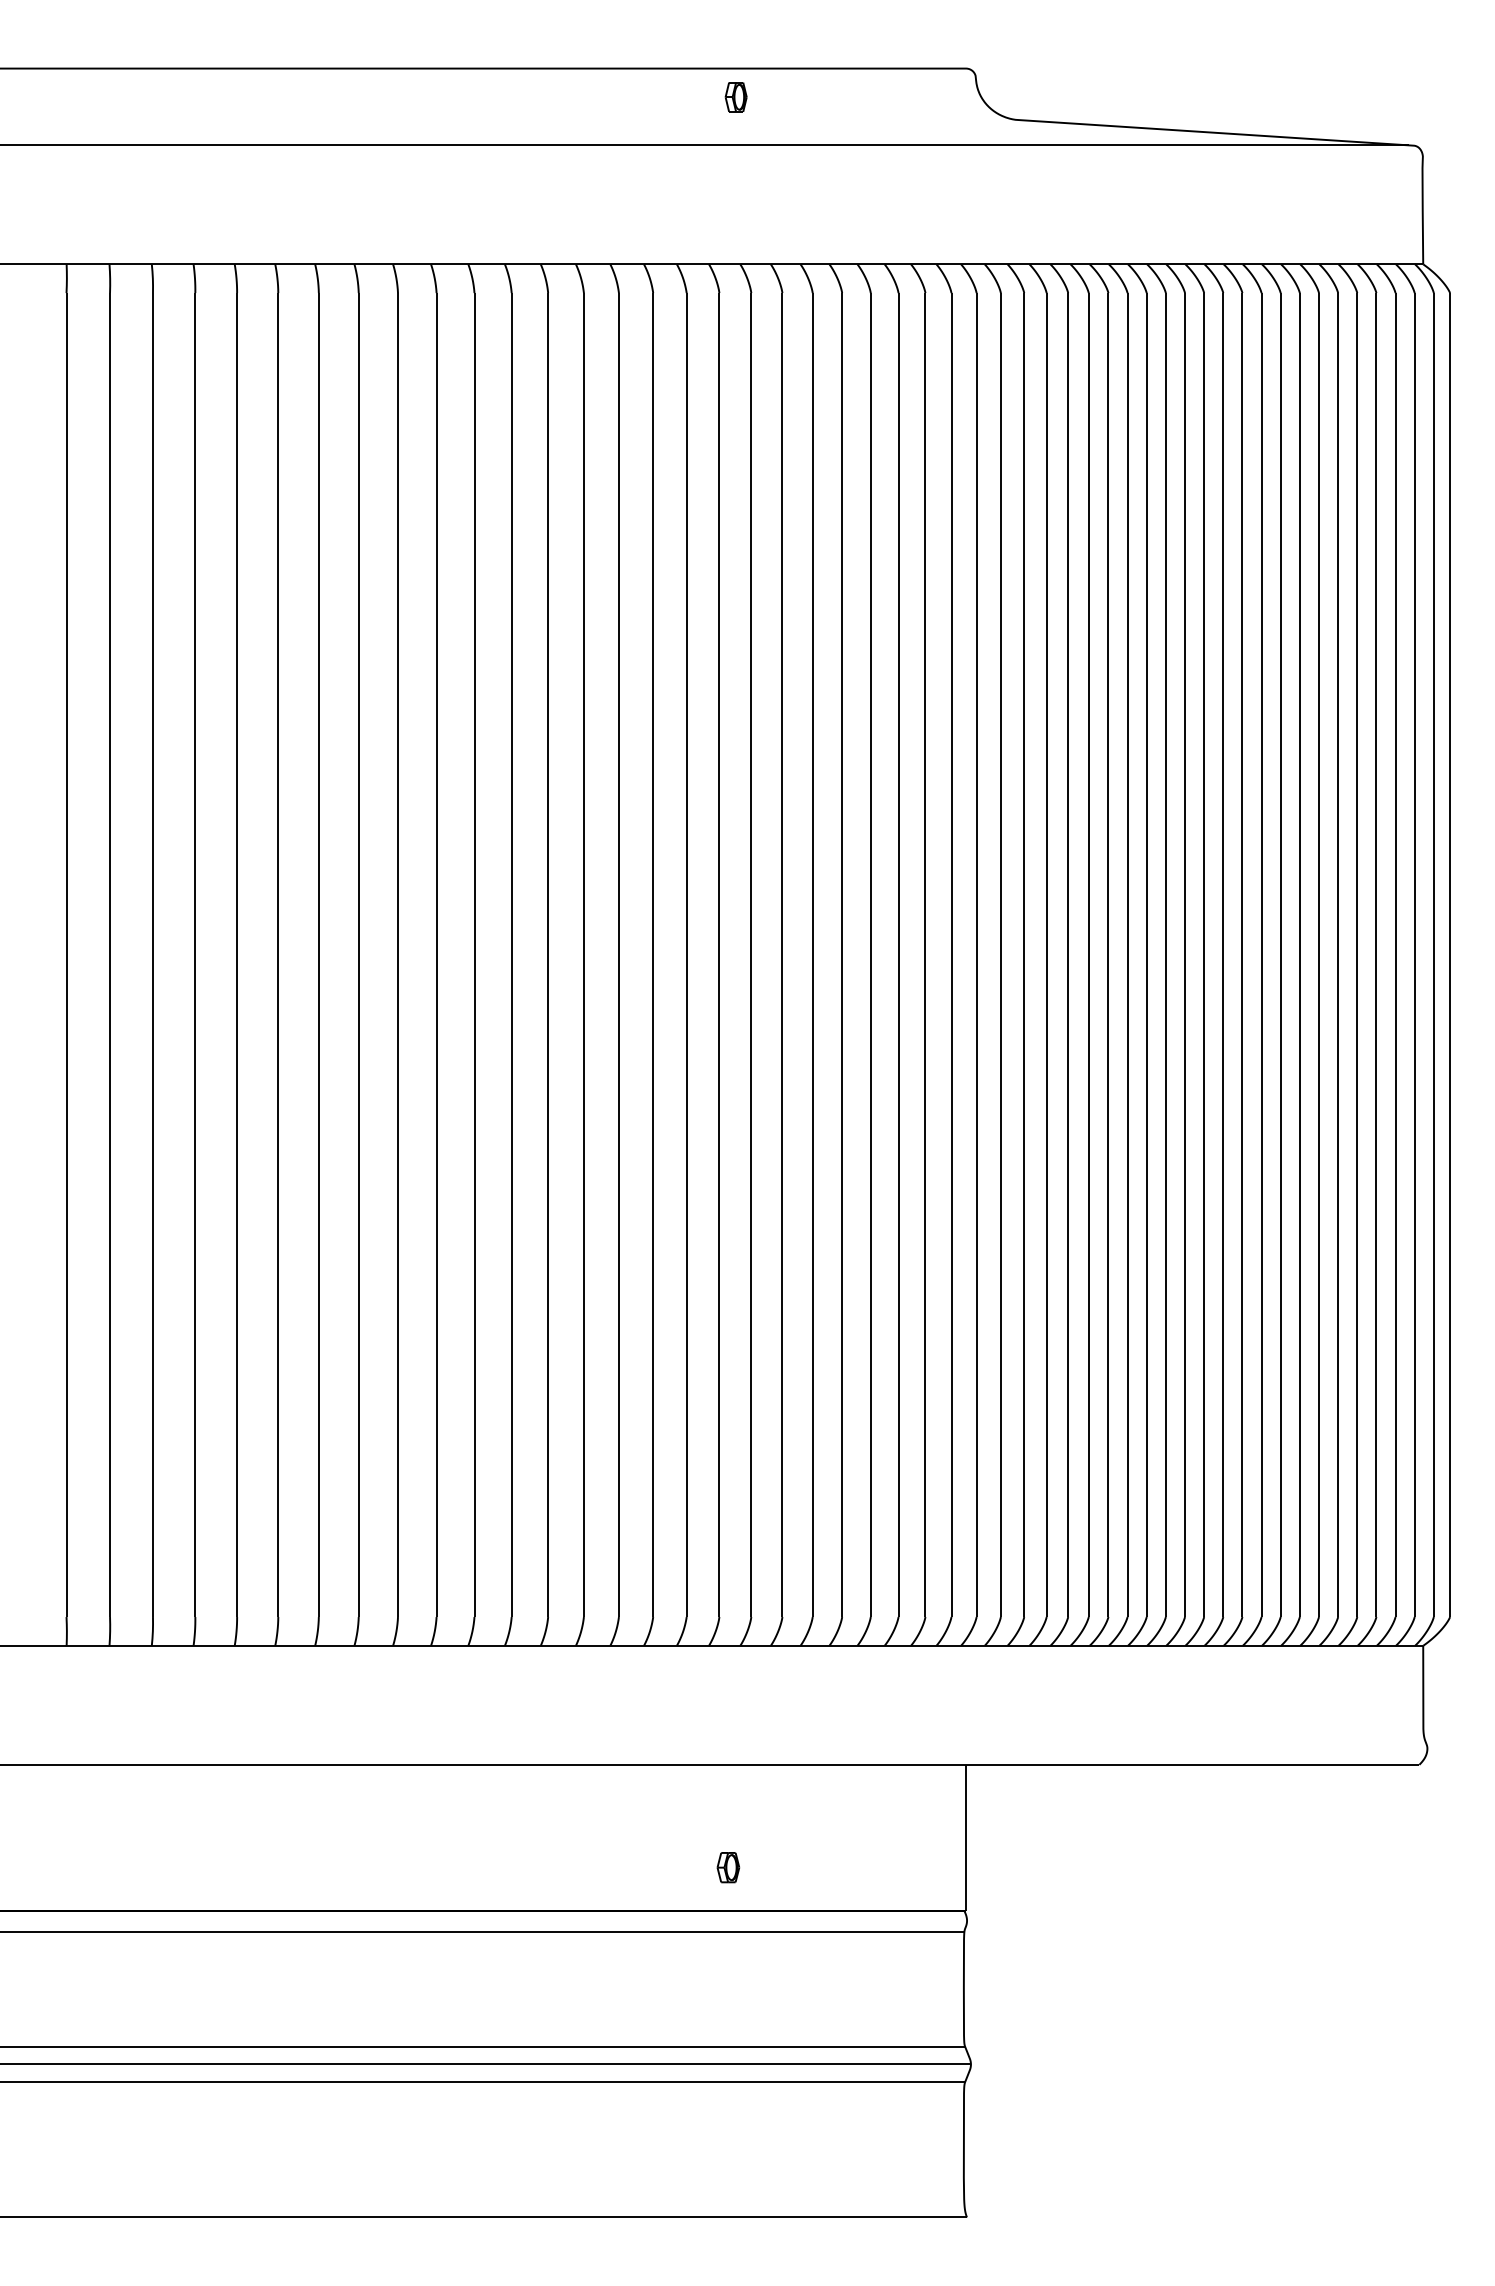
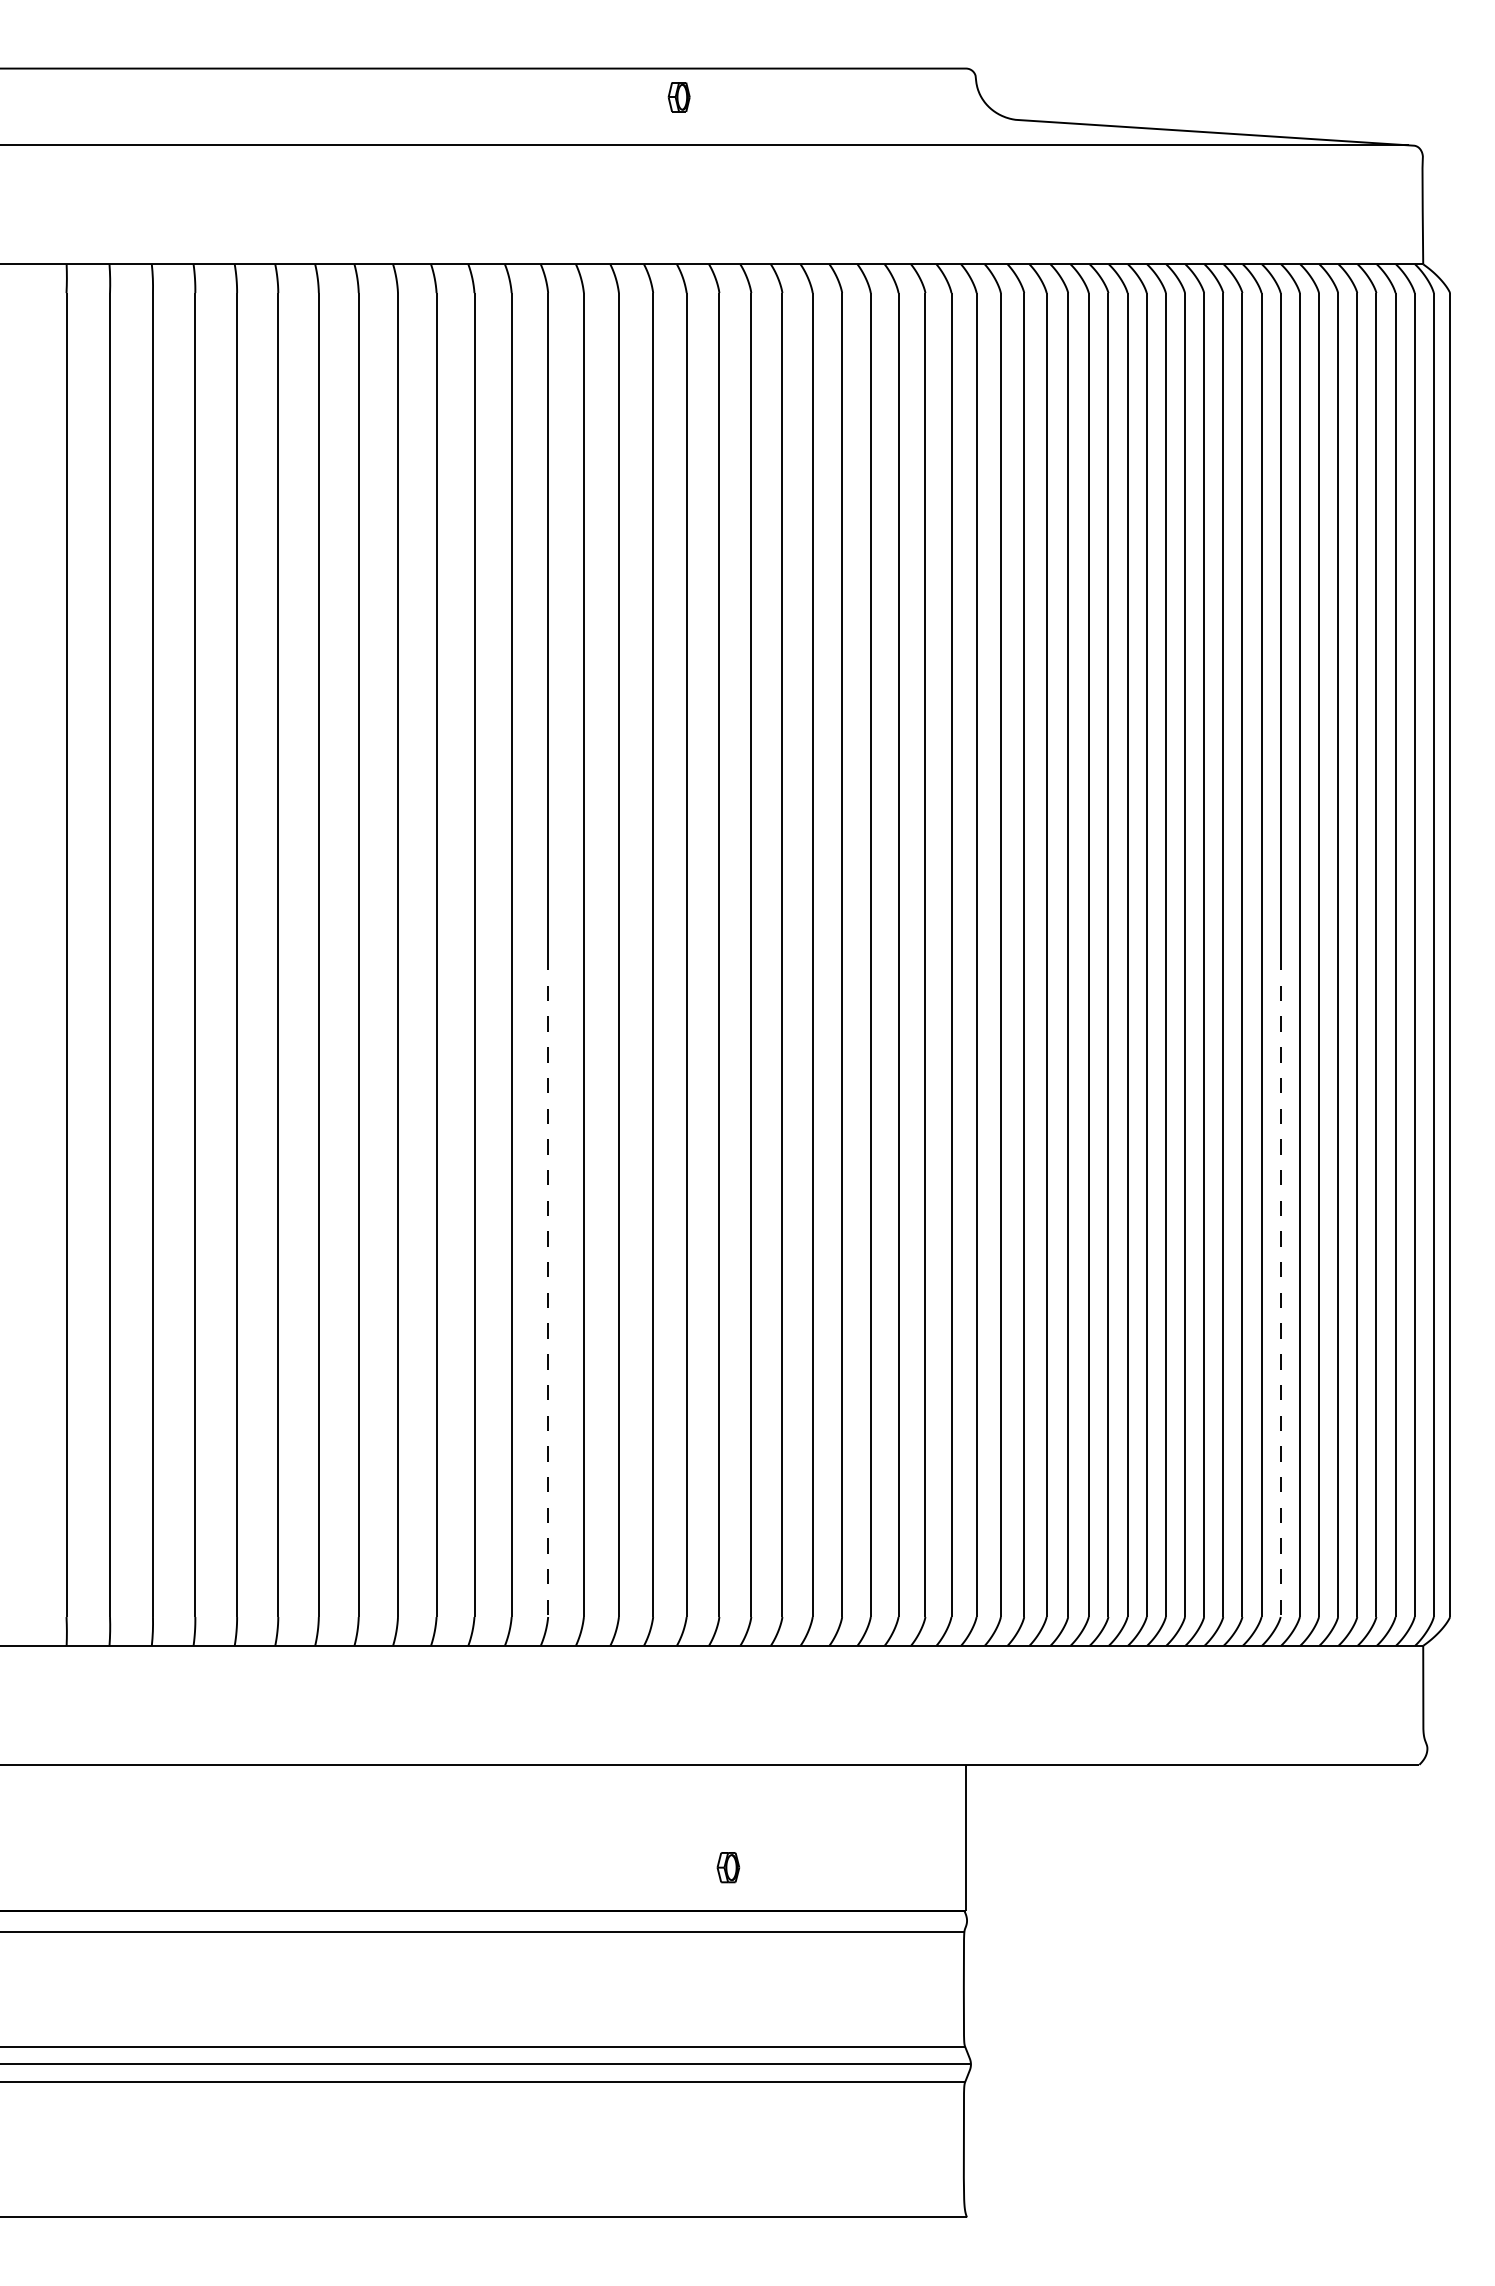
part at (735, 97) position: (735, 97) -> (678, 97)
line at (548, 1286): solid -> dashed
line at (1280, 1286): solid -> dashed
